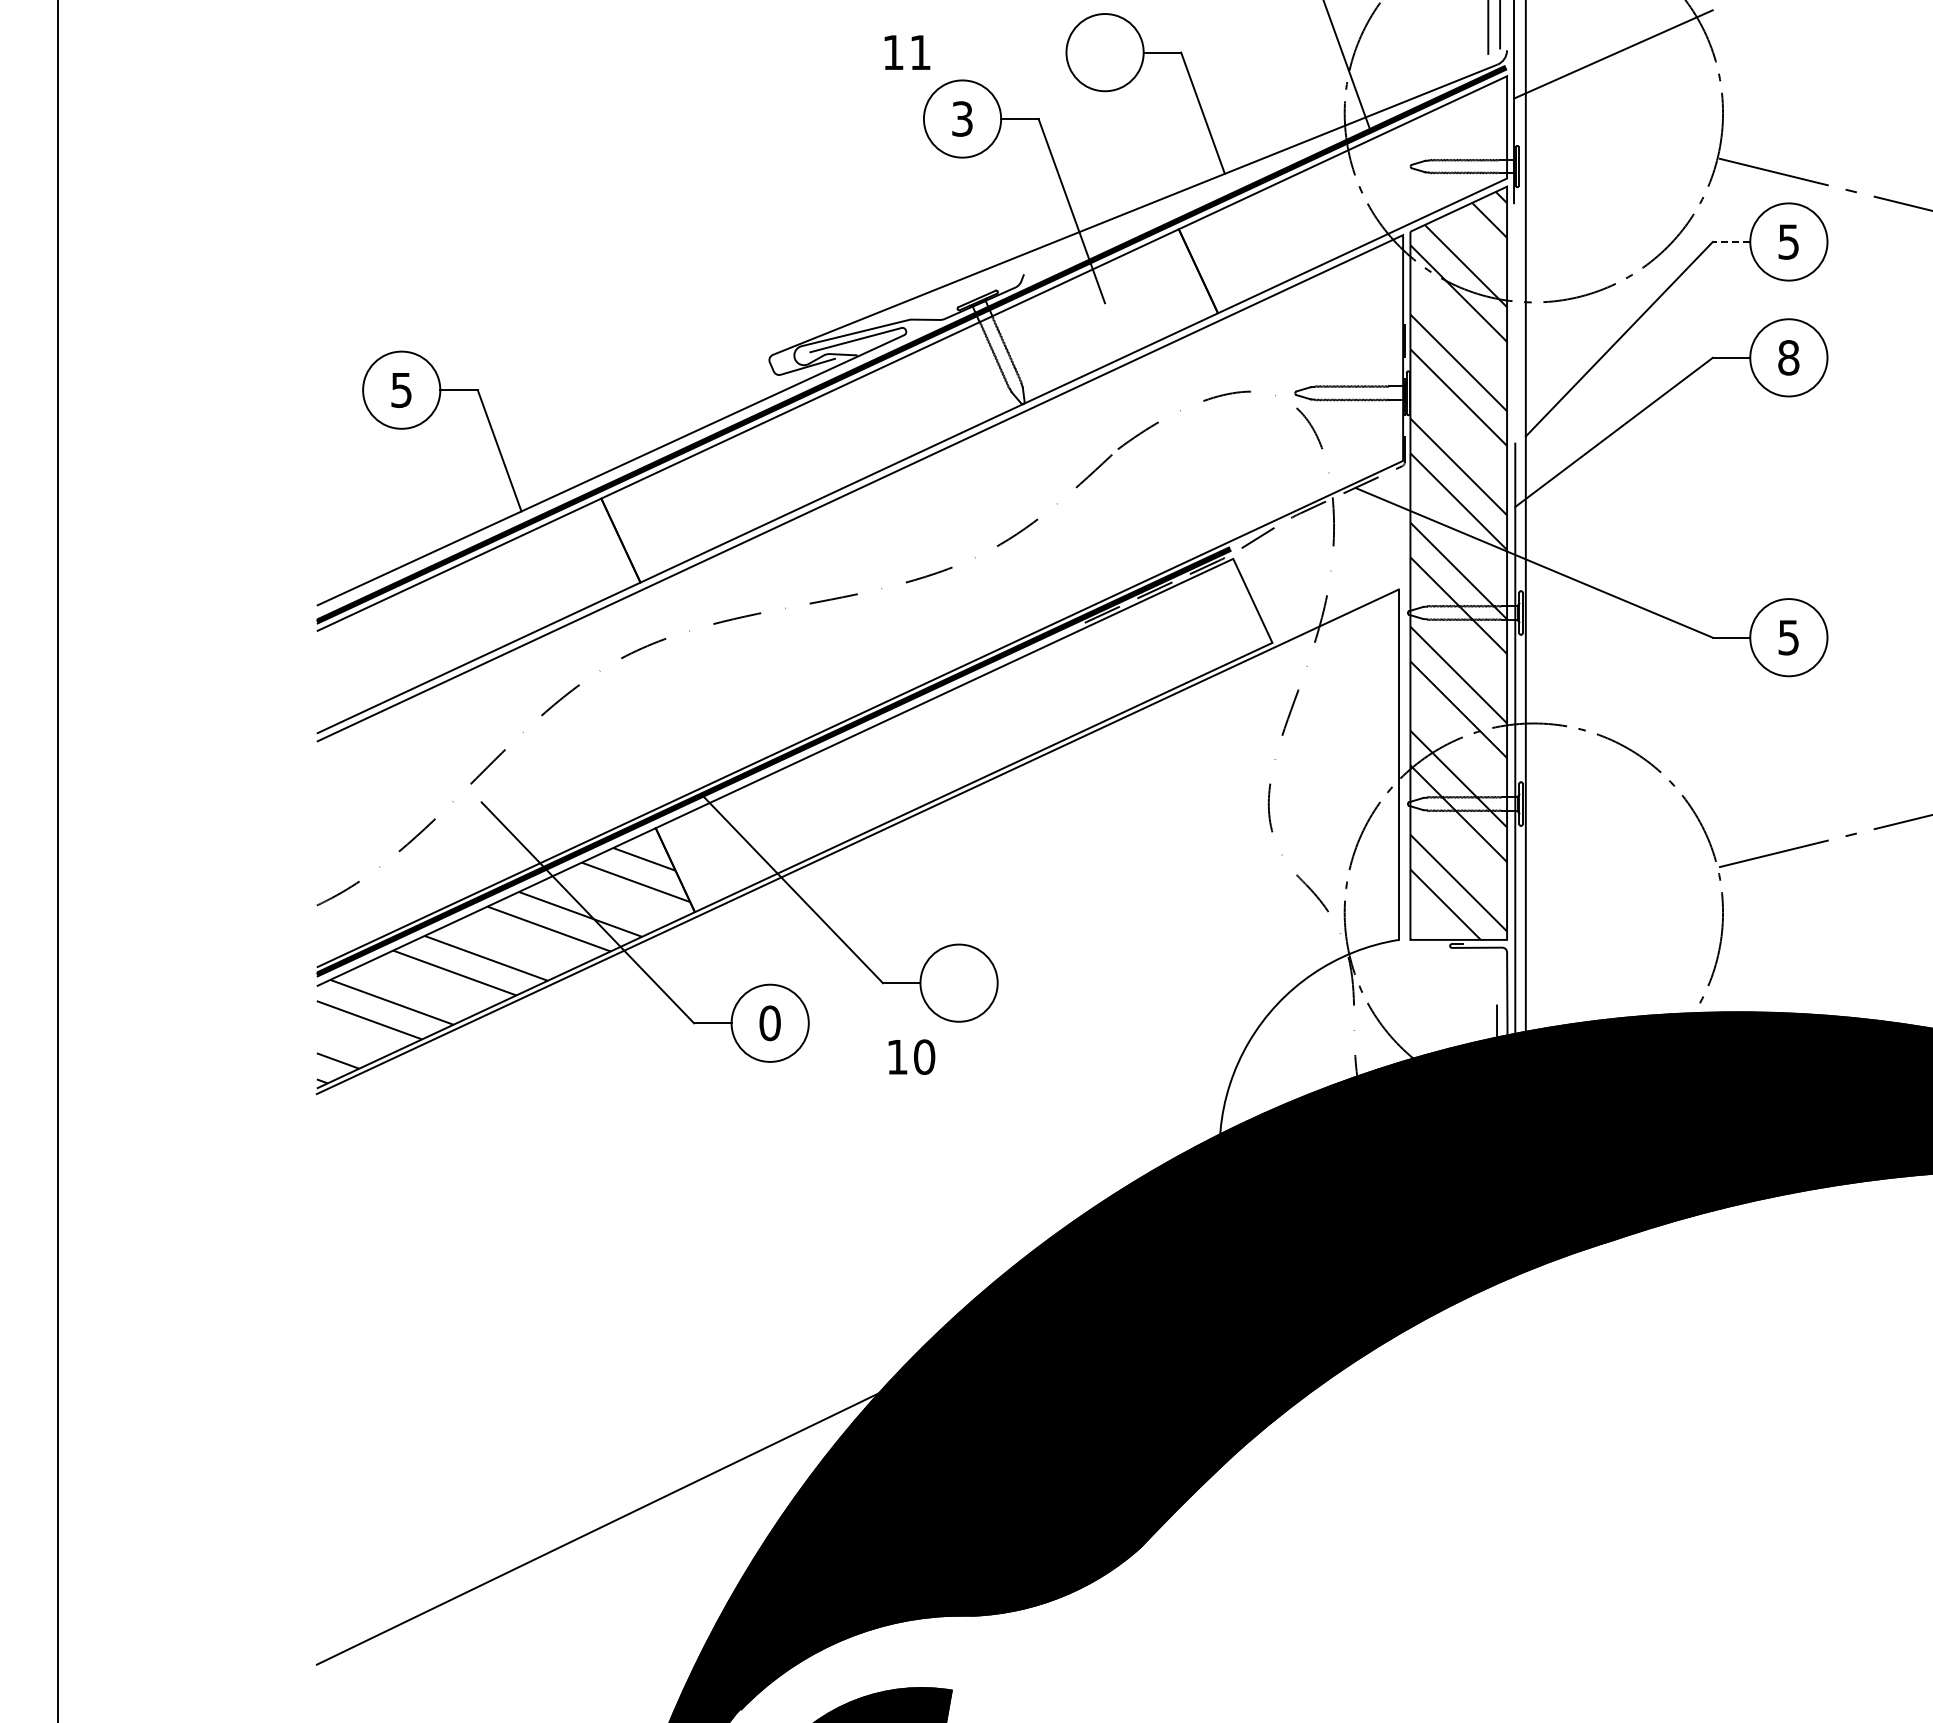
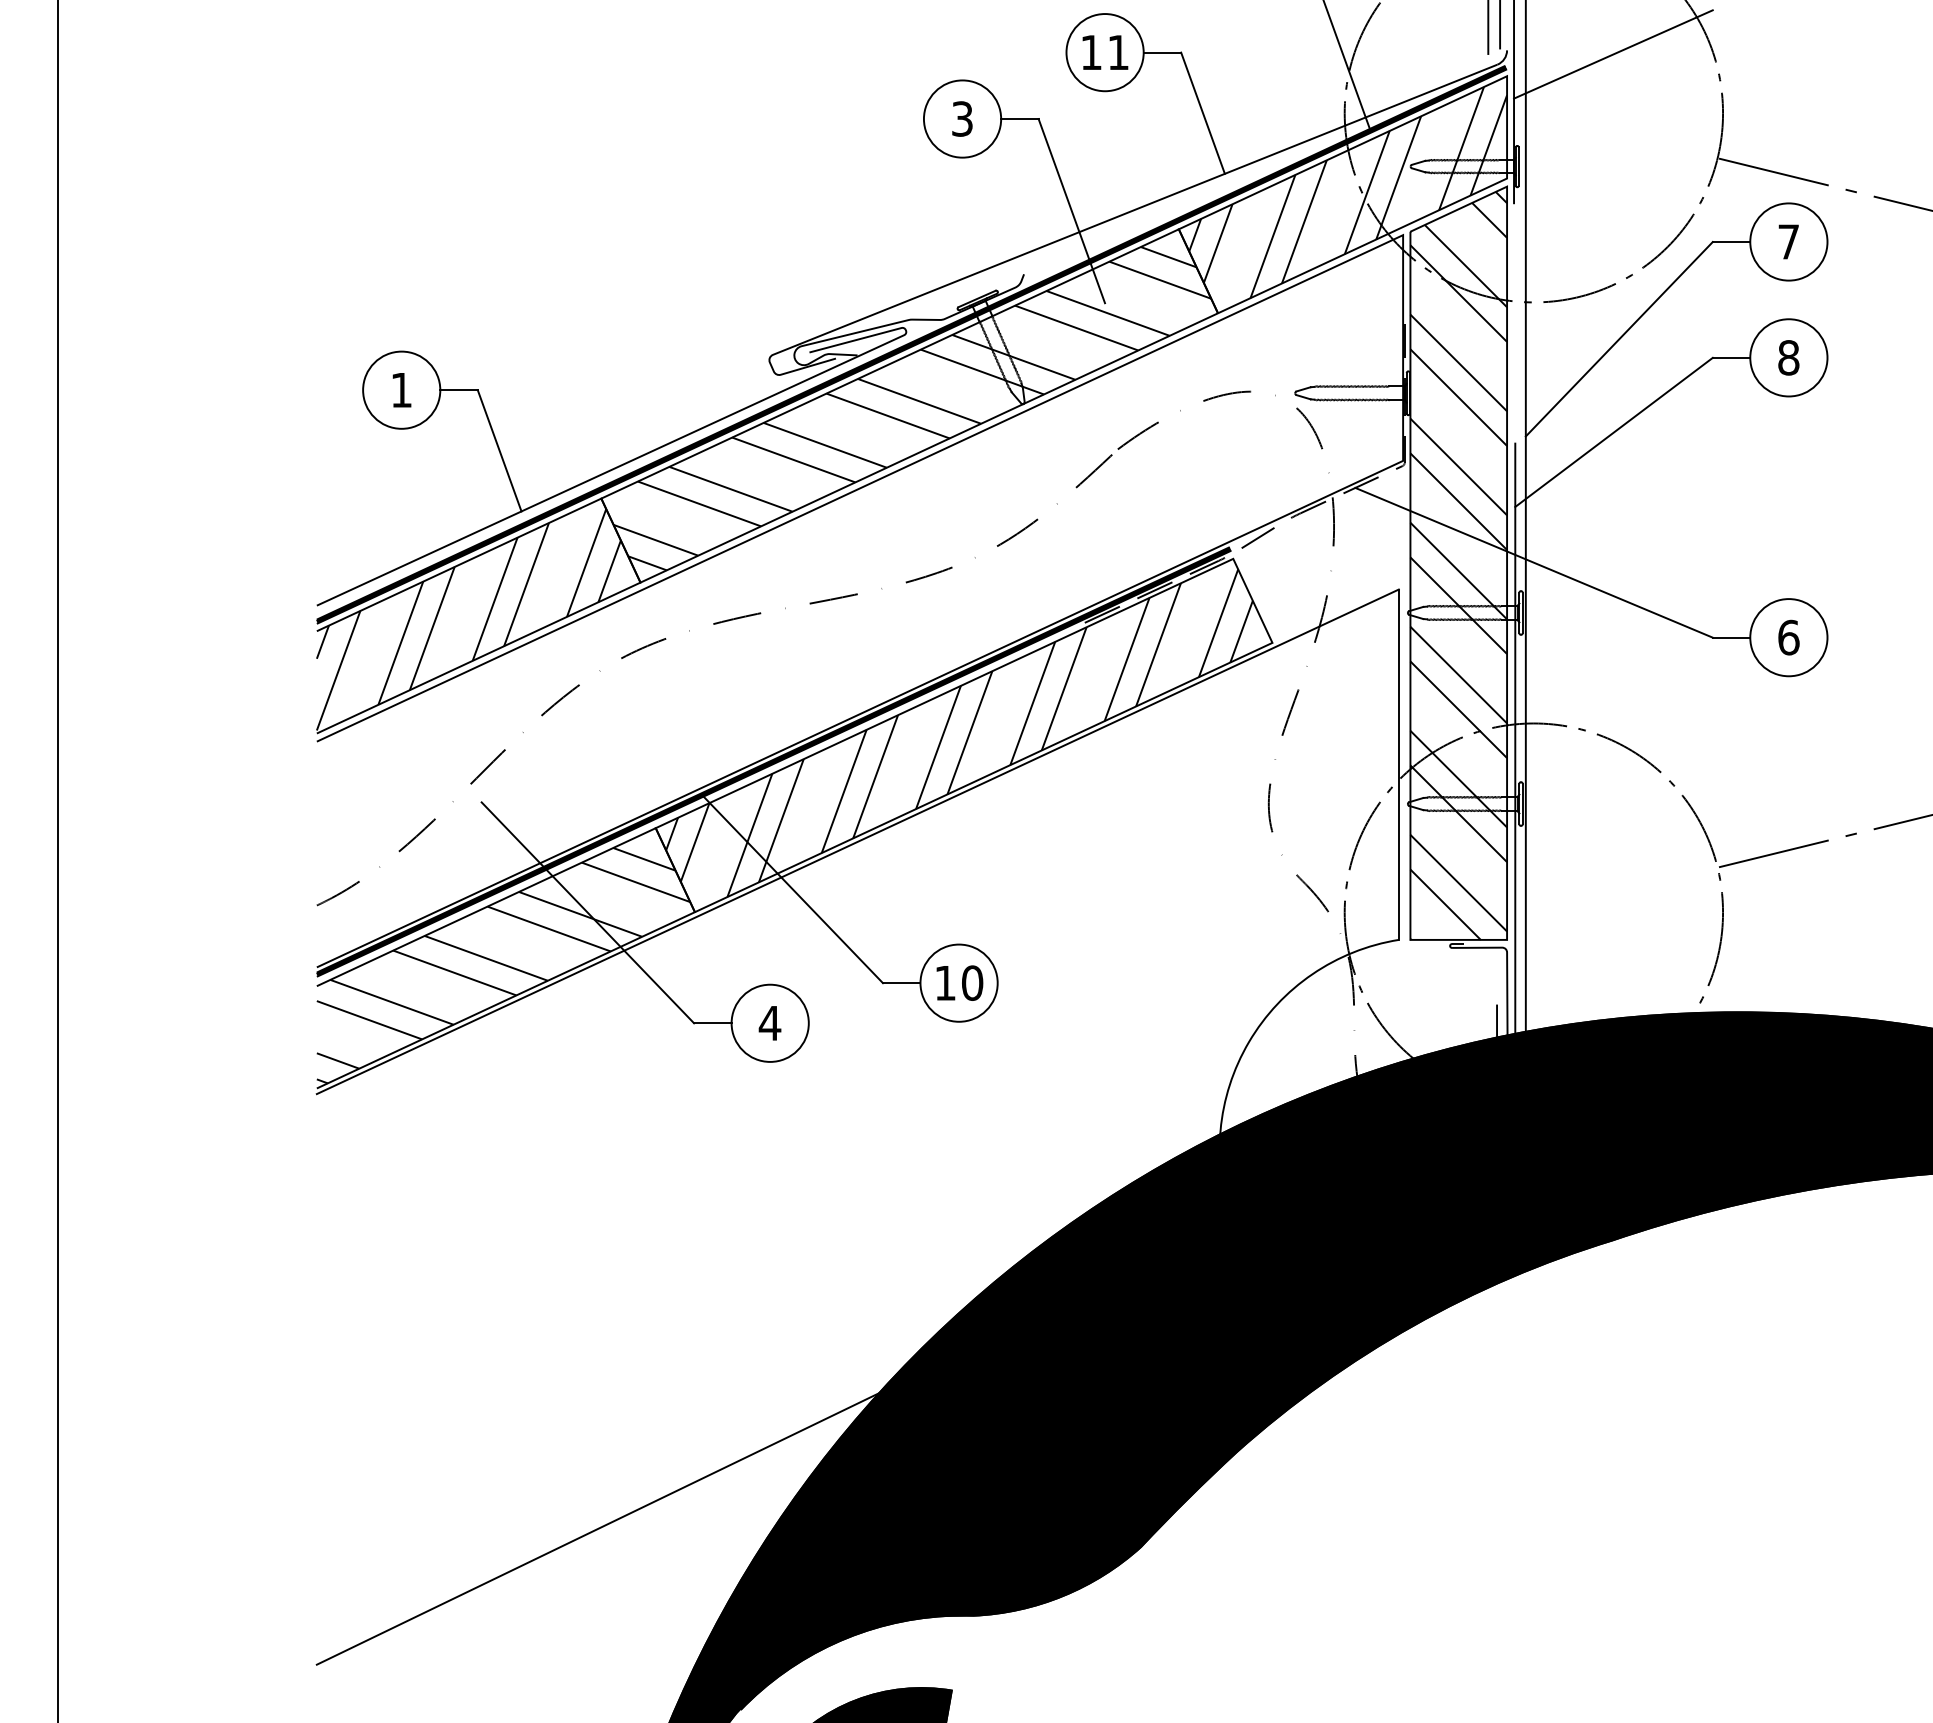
text at (907, 52) position: (907, 52) -> (1105, 52)
hatch at (1348, 192): none -> present
text at (1788, 241): 5 -> 7
line at (1731, 242): dashed -> solid
text at (401, 390): 5 -> 1
hatch at (912, 408): none -> present
hatch at (468, 619): none -> present
text at (1788, 637): 5 -> 6
hatch at (959, 733): none -> present
text at (769, 1023): 0 -> 4
text at (911, 1056) position: (911, 1056) -> (959, 982)
